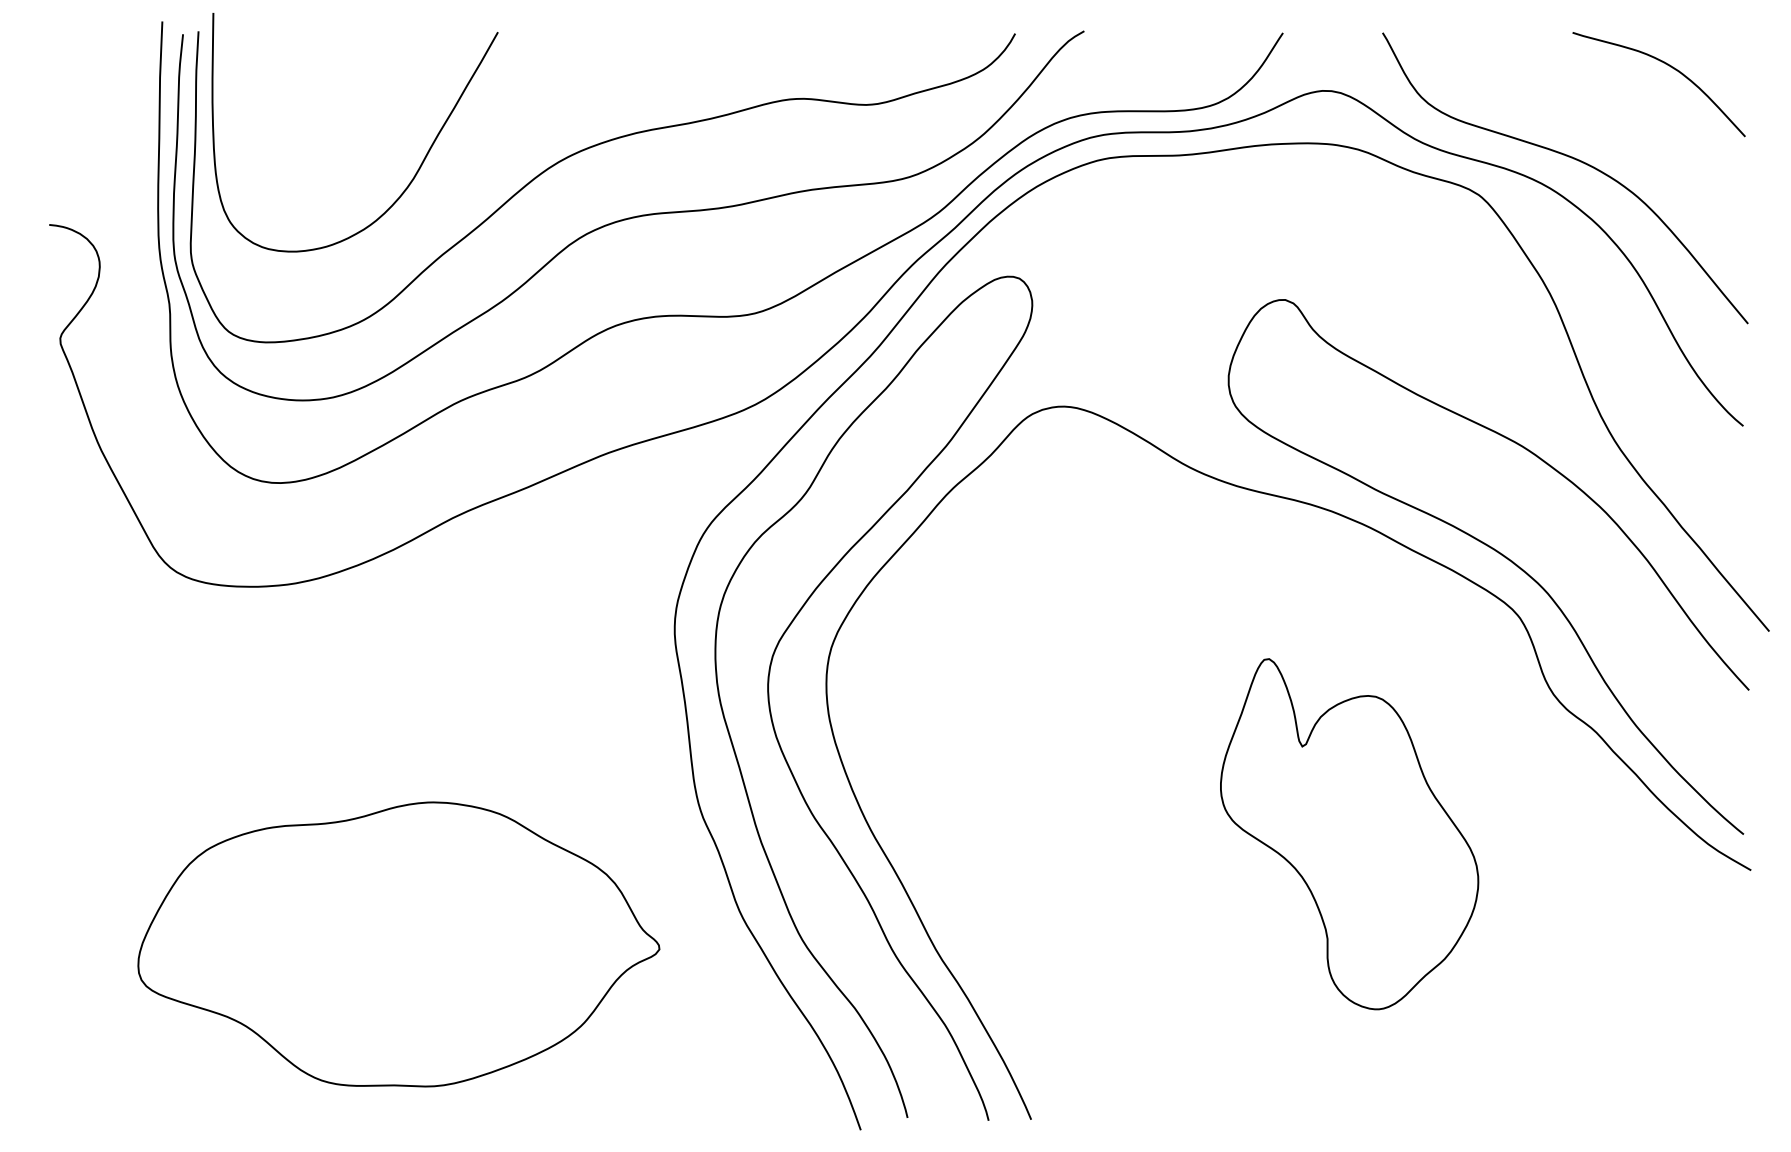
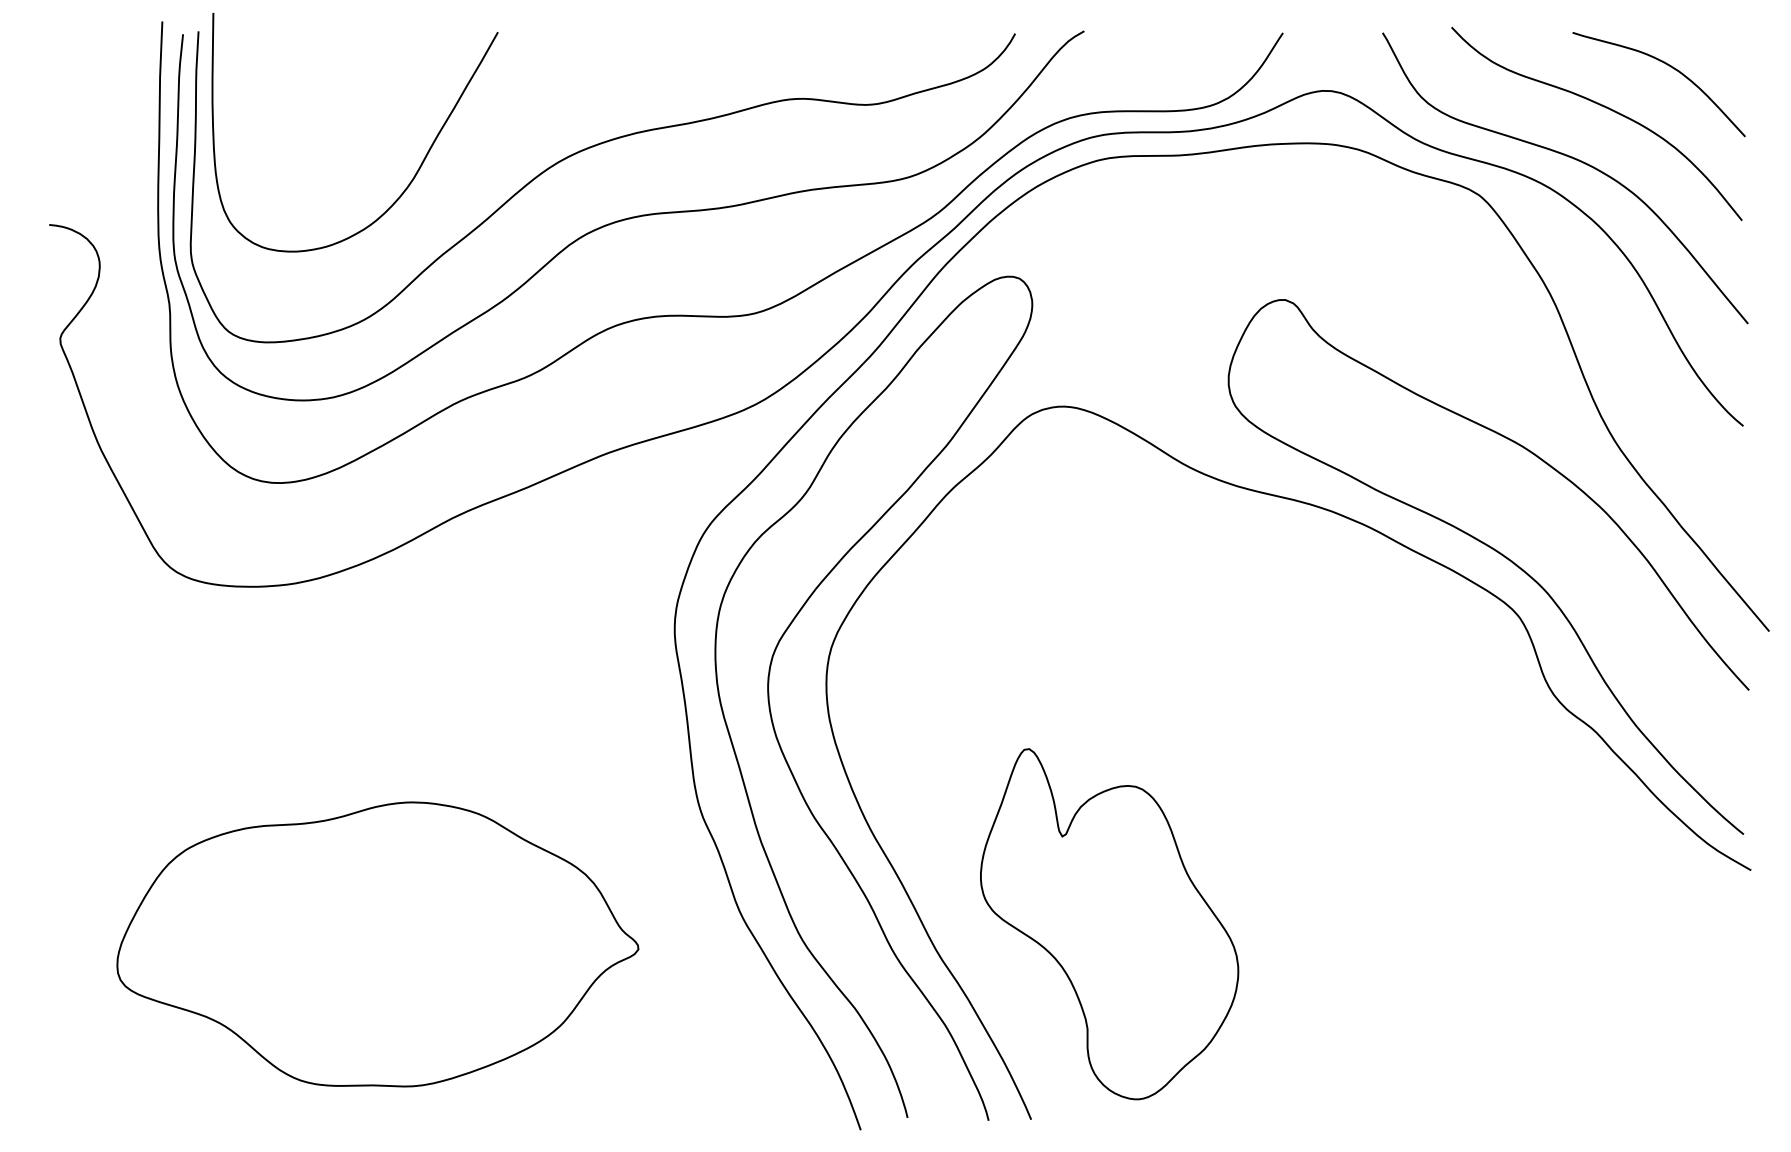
curve at (1603, 107): none -> present
part at (1349, 834) position: (1349, 834) -> (1109, 924)
part at (398, 944) position: (398, 944) -> (377, 944)
